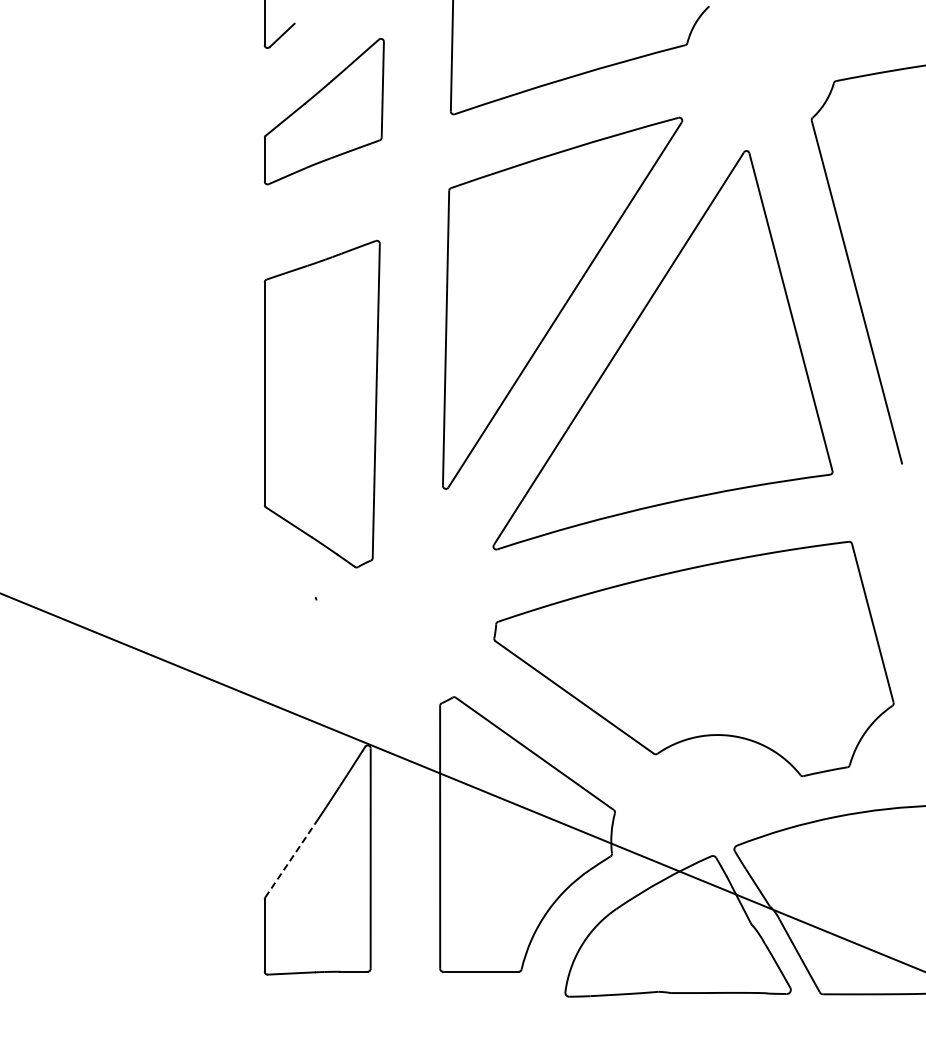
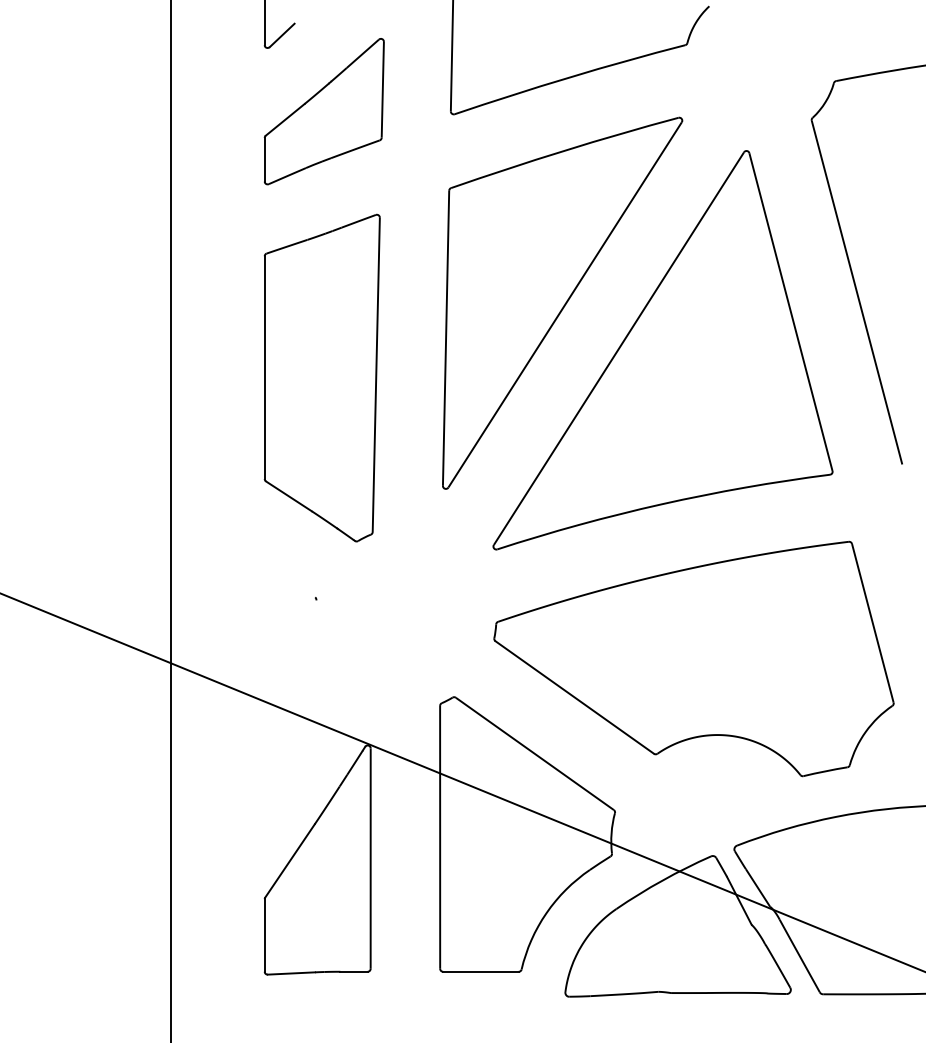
part at (321, 403) position: (321, 403) -> (321, 377)
line at (170, 520): none -> present
line at (290, 860): dashed -> solid
